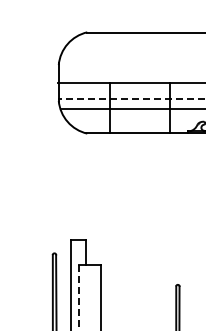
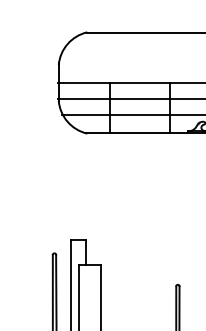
line at (131, 98): dashed -> solid
line at (131, 108) position: (131, 108) -> (131, 114)
line at (78, 298): dashed -> solid
